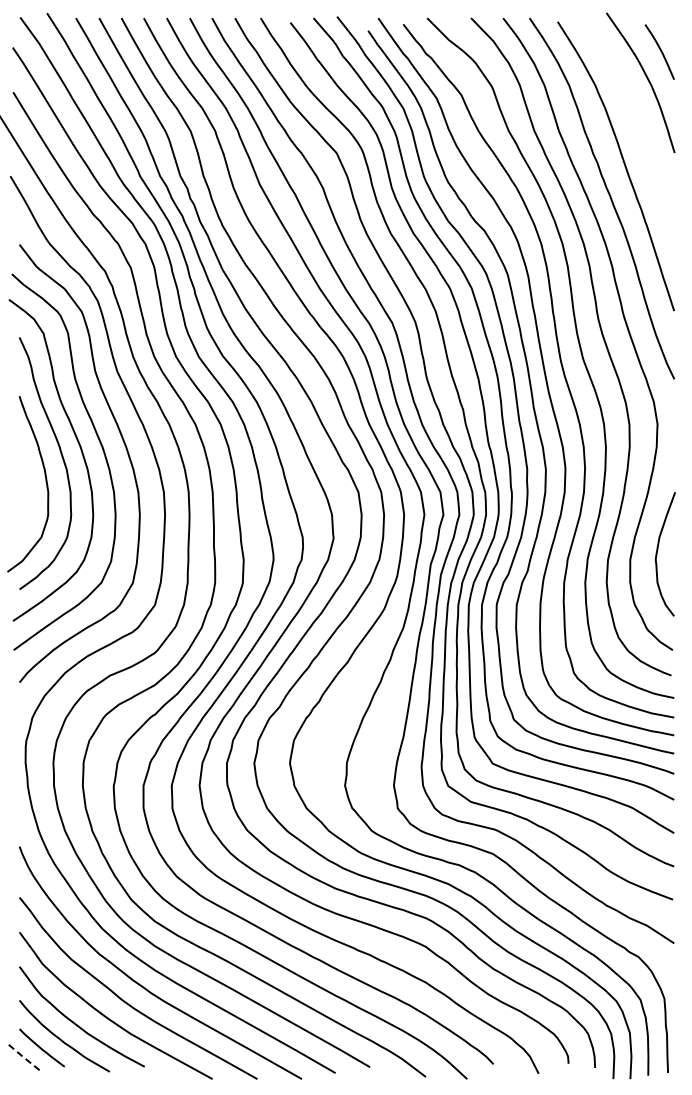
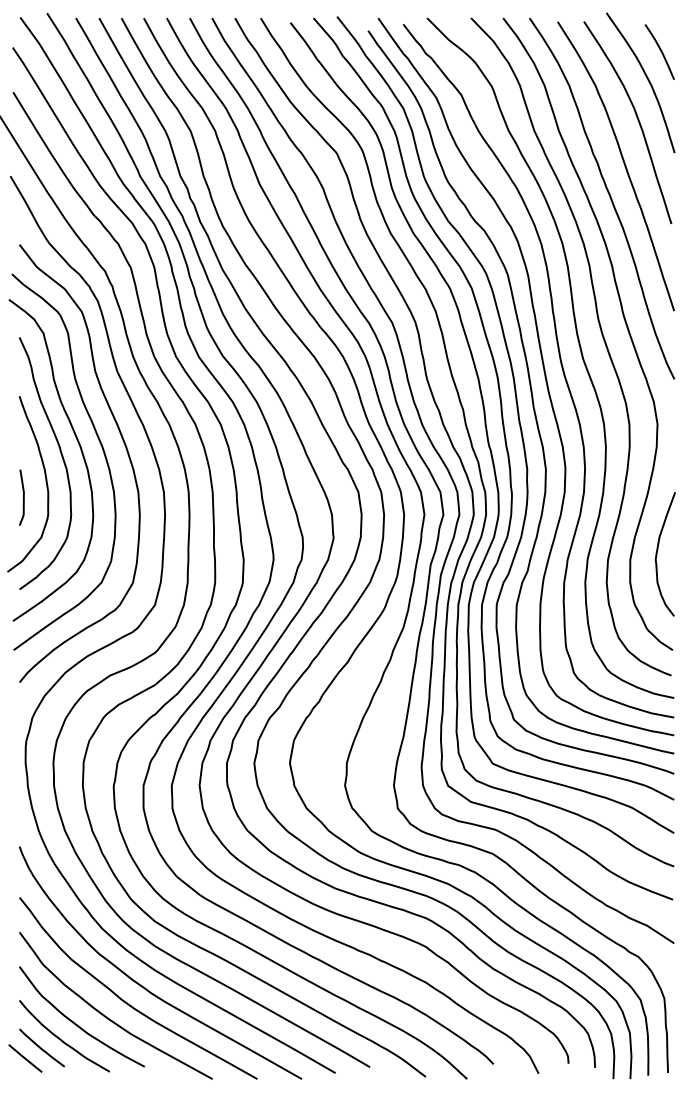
curve at (637, 120): none -> present
line at (23, 497): none -> present
line at (25, 1058): dashed -> solid
